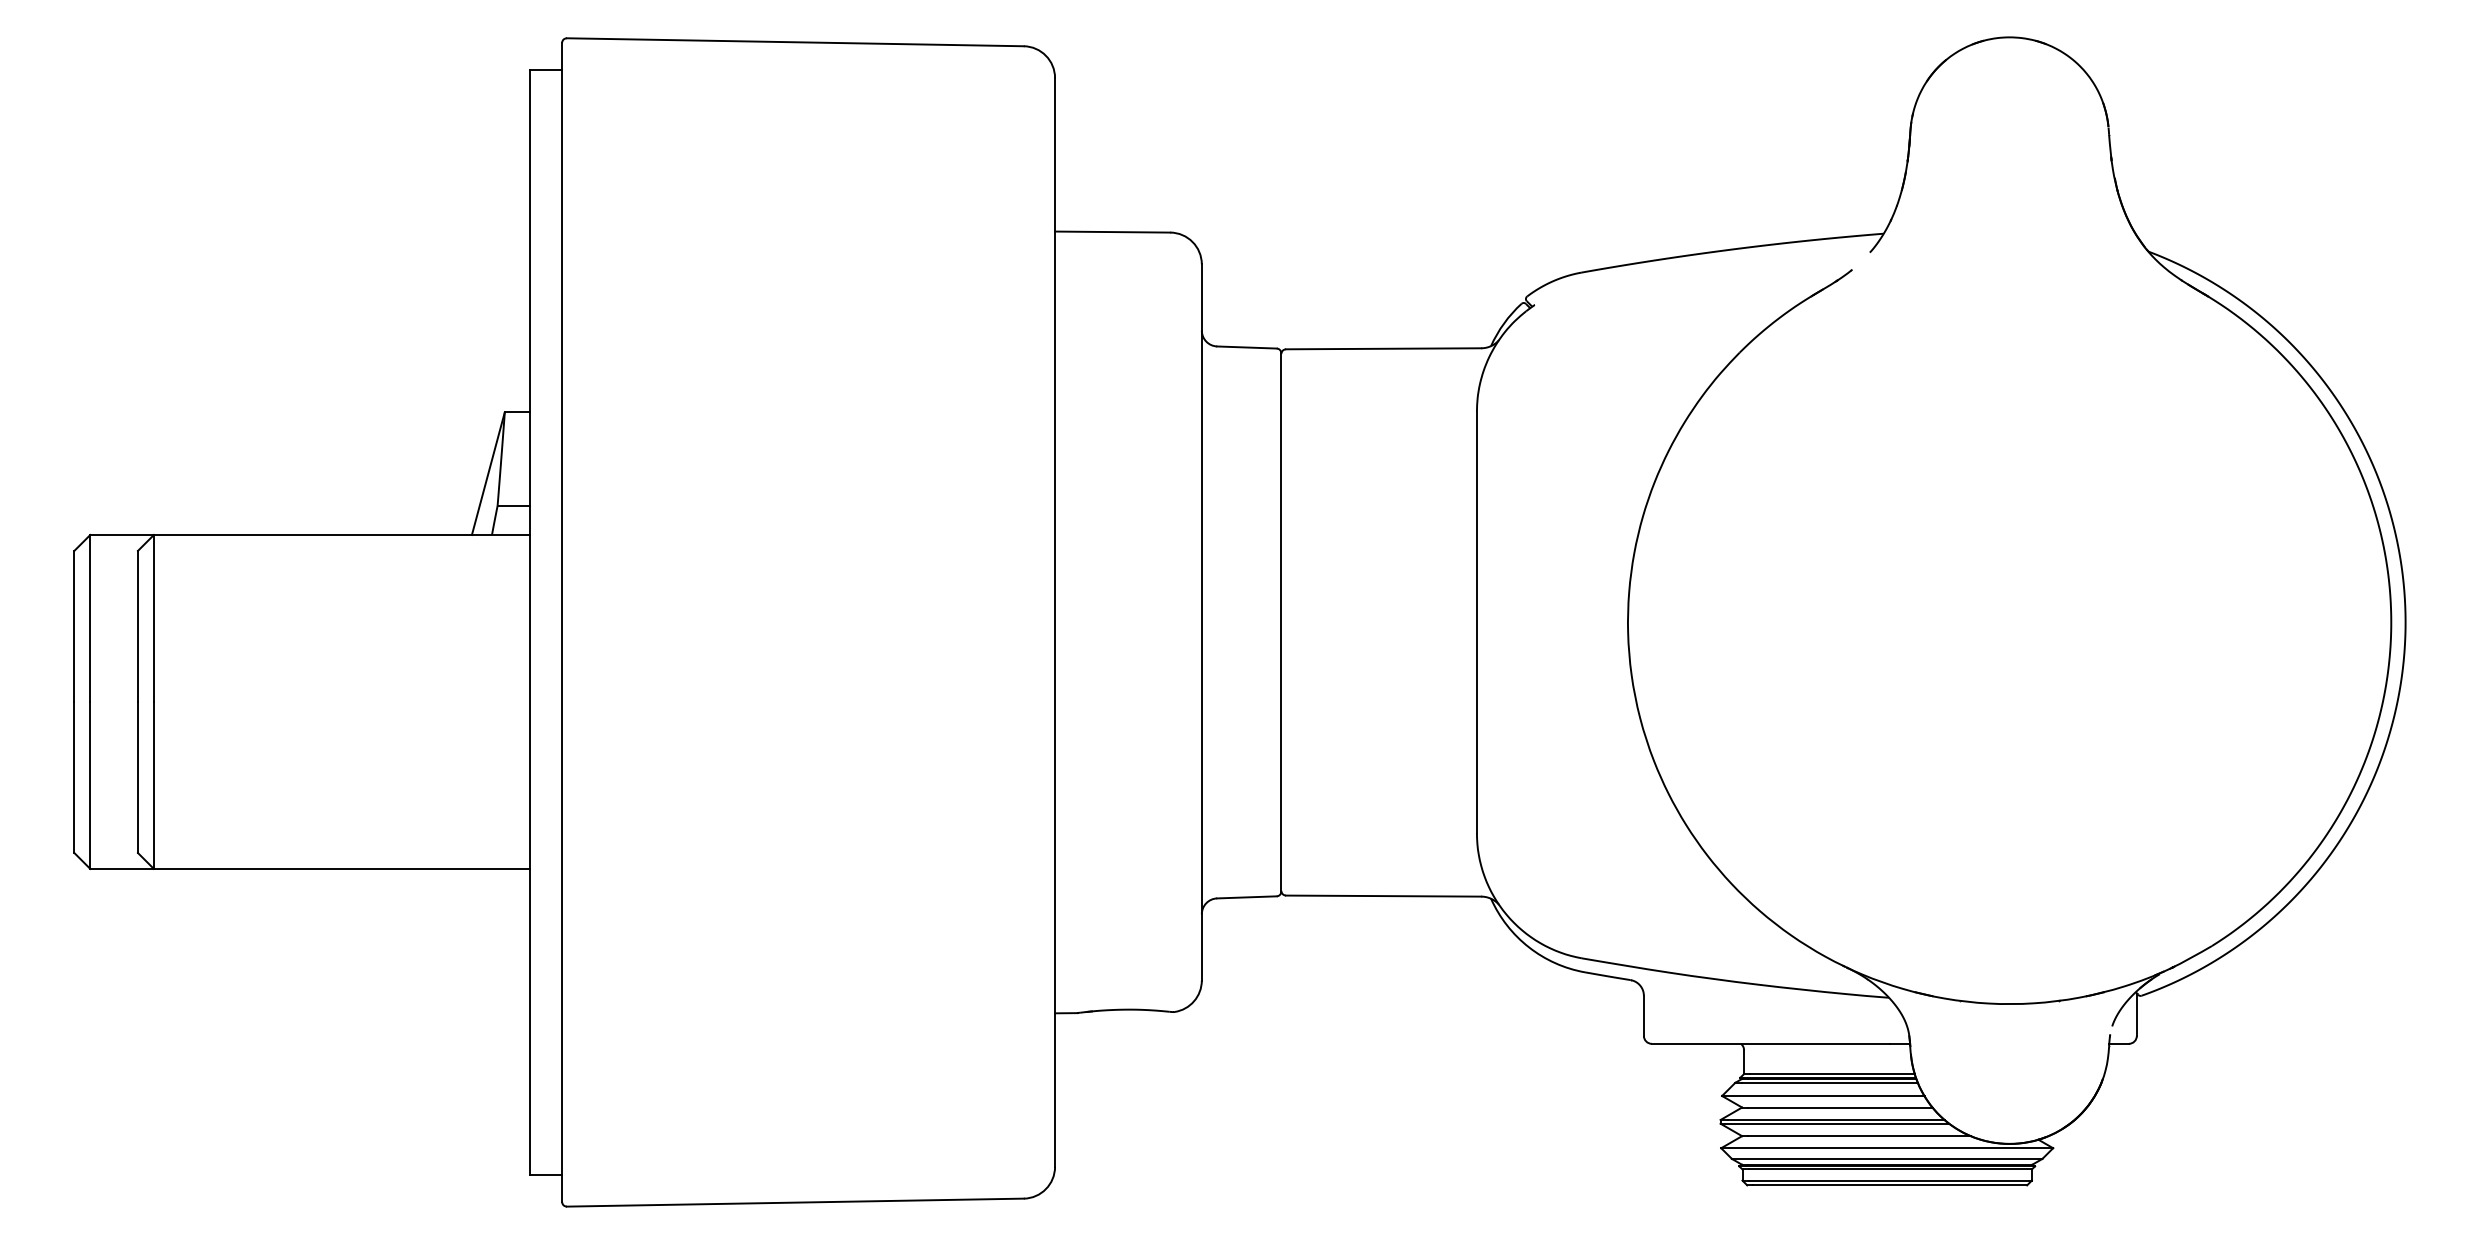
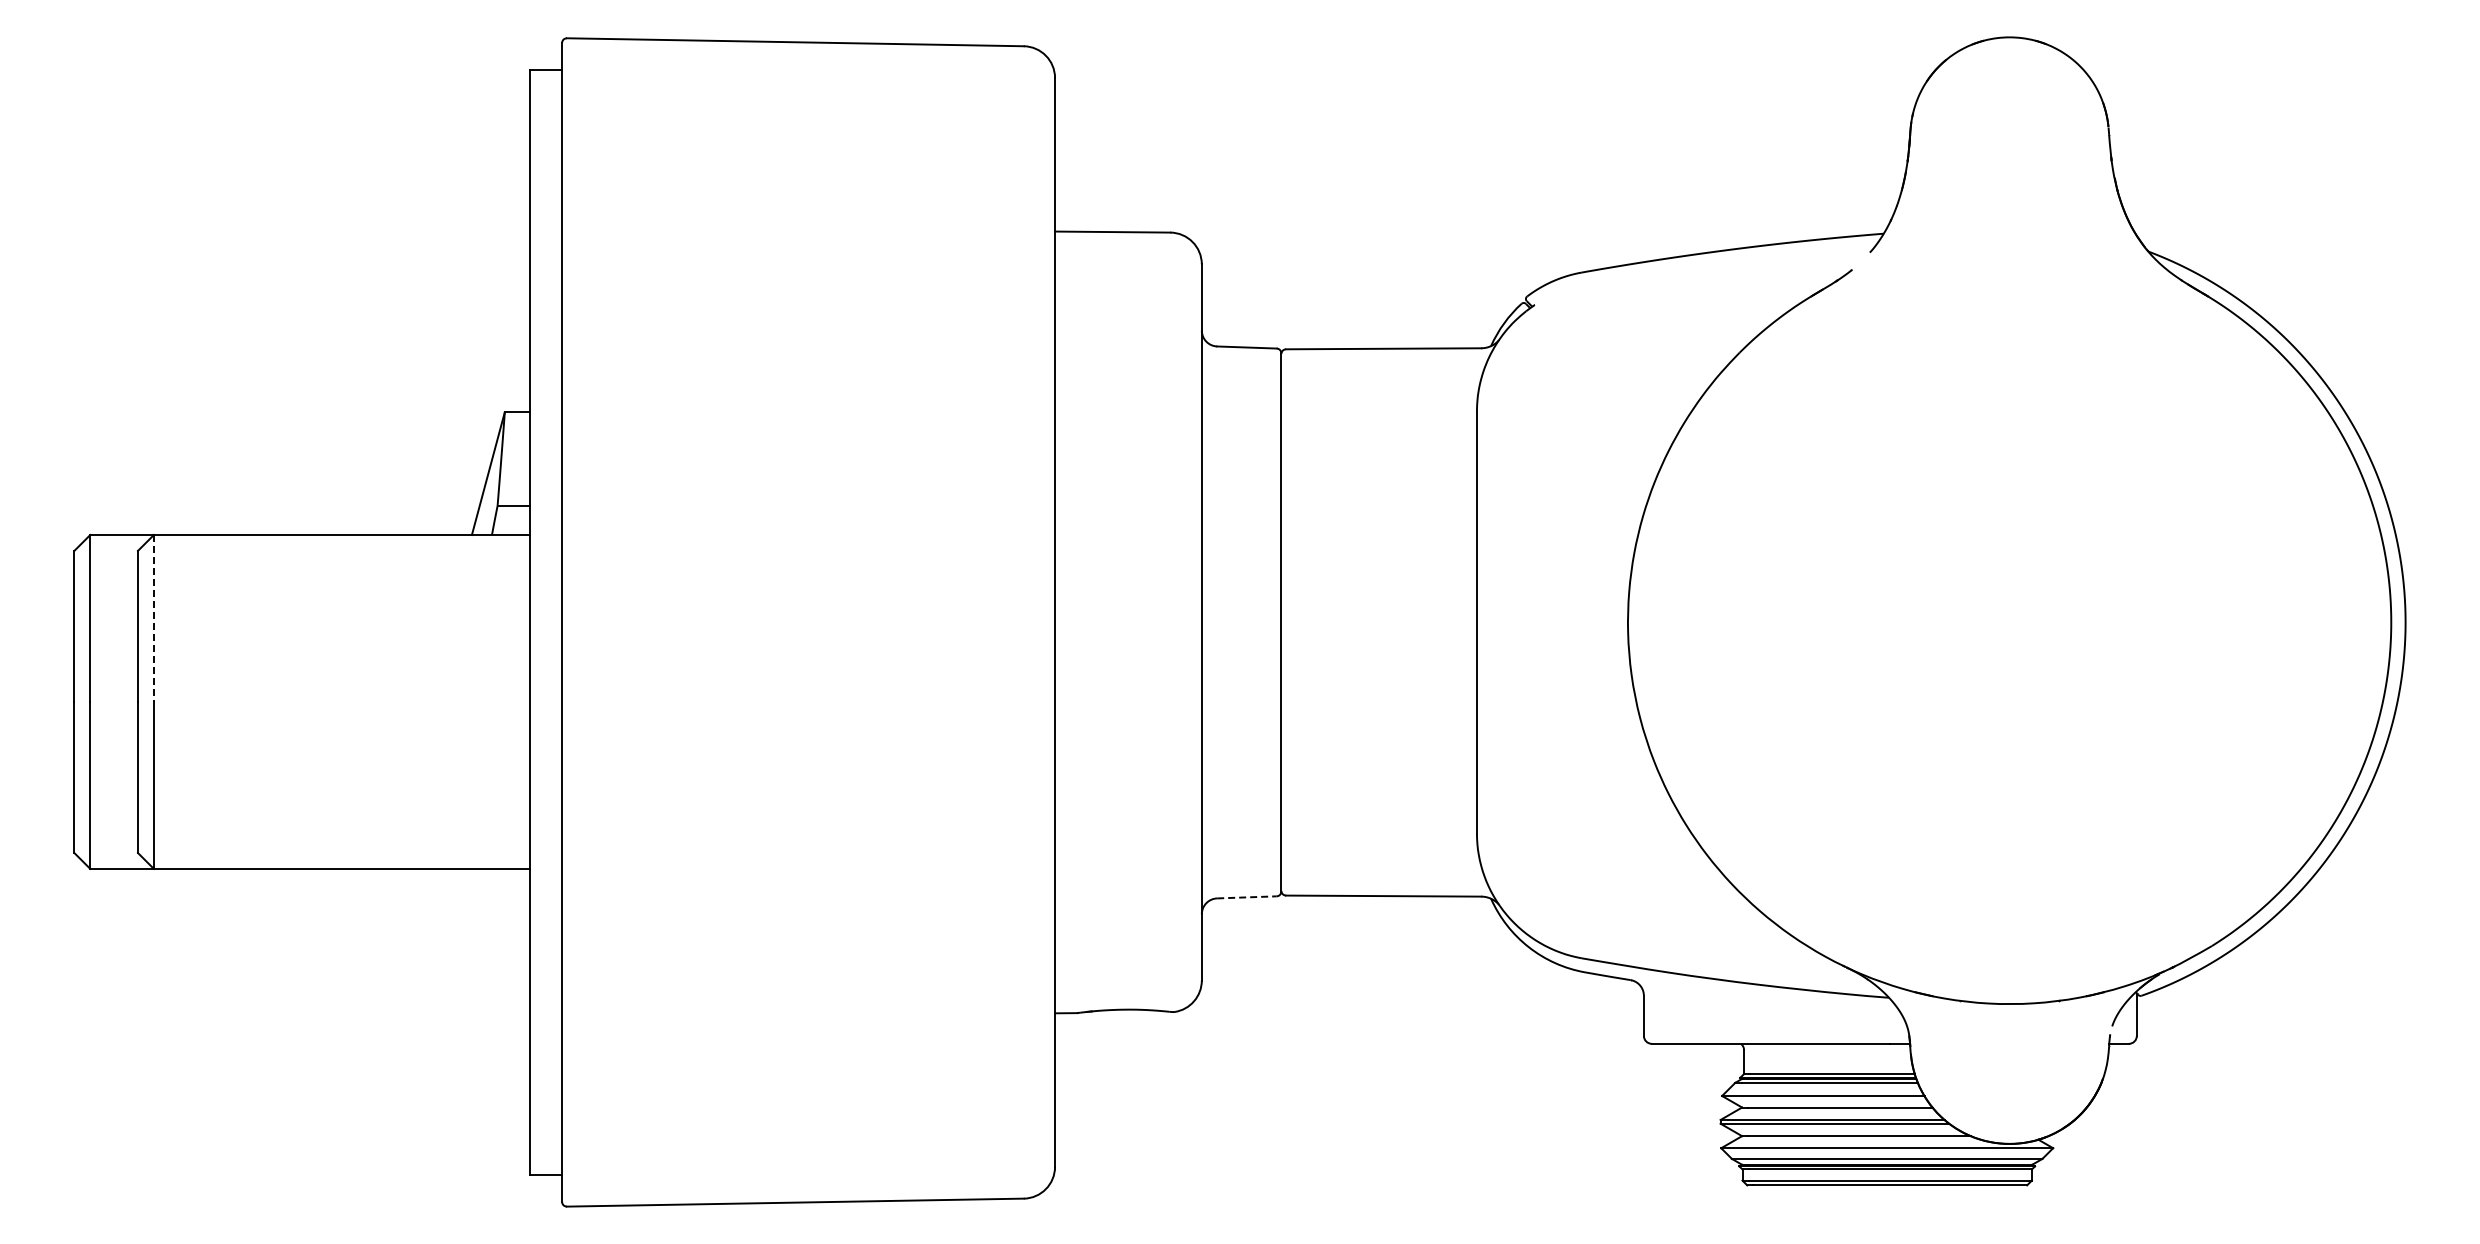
line at (153, 618): solid -> dashed
line at (1246, 897): solid -> dashed
